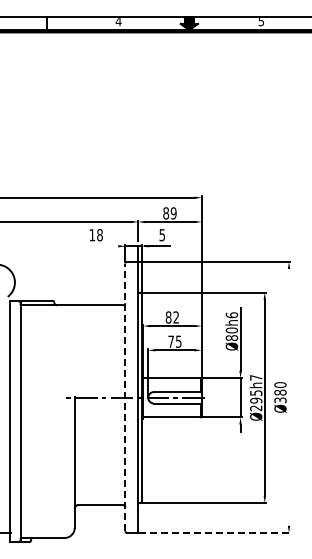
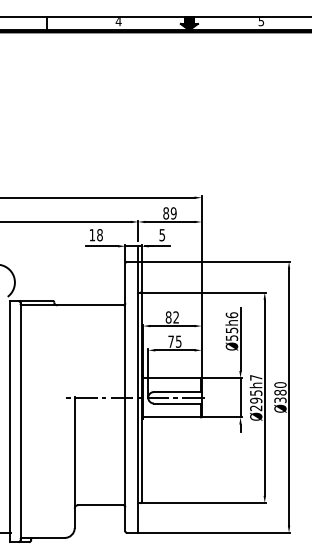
line at (101, 246): none -> present
text at (231, 333): Ø80h6 -> Ø55h6
line at (289, 396): none -> present
line at (125, 397): dashed -> solid
line at (214, 532): dashed -> solid
